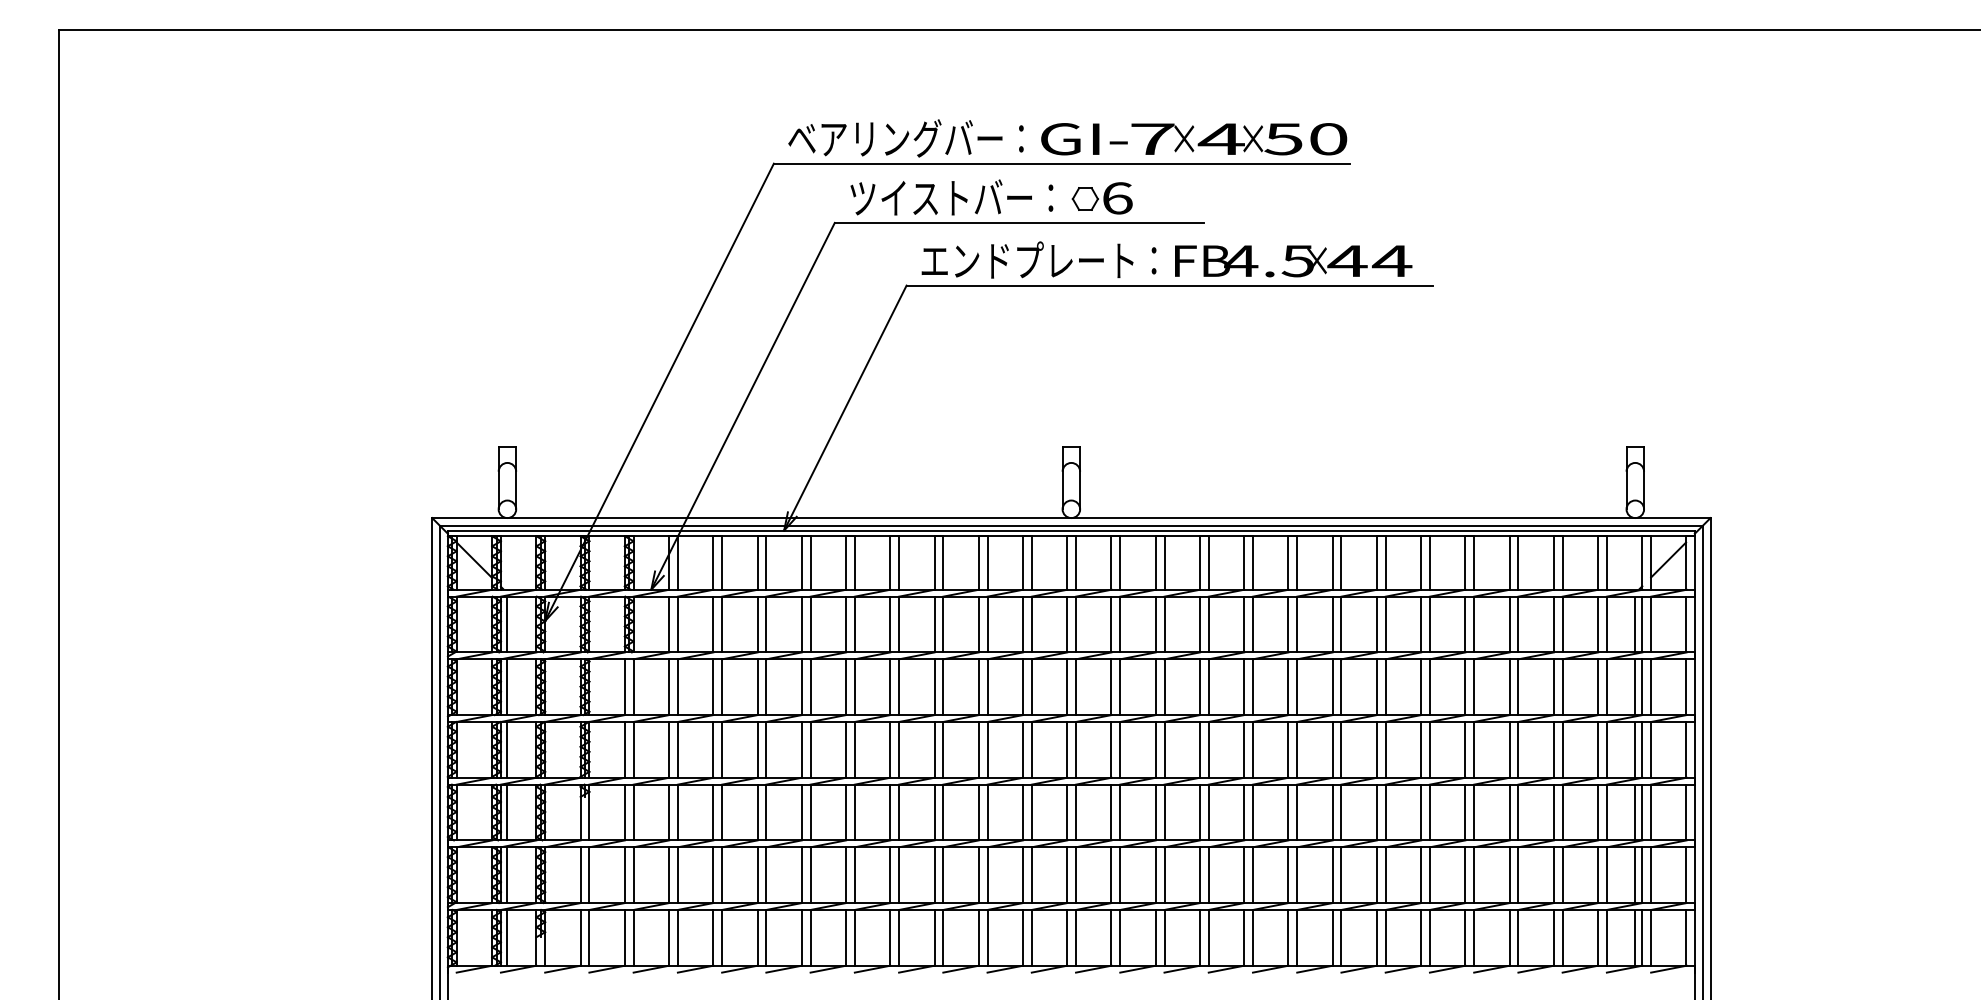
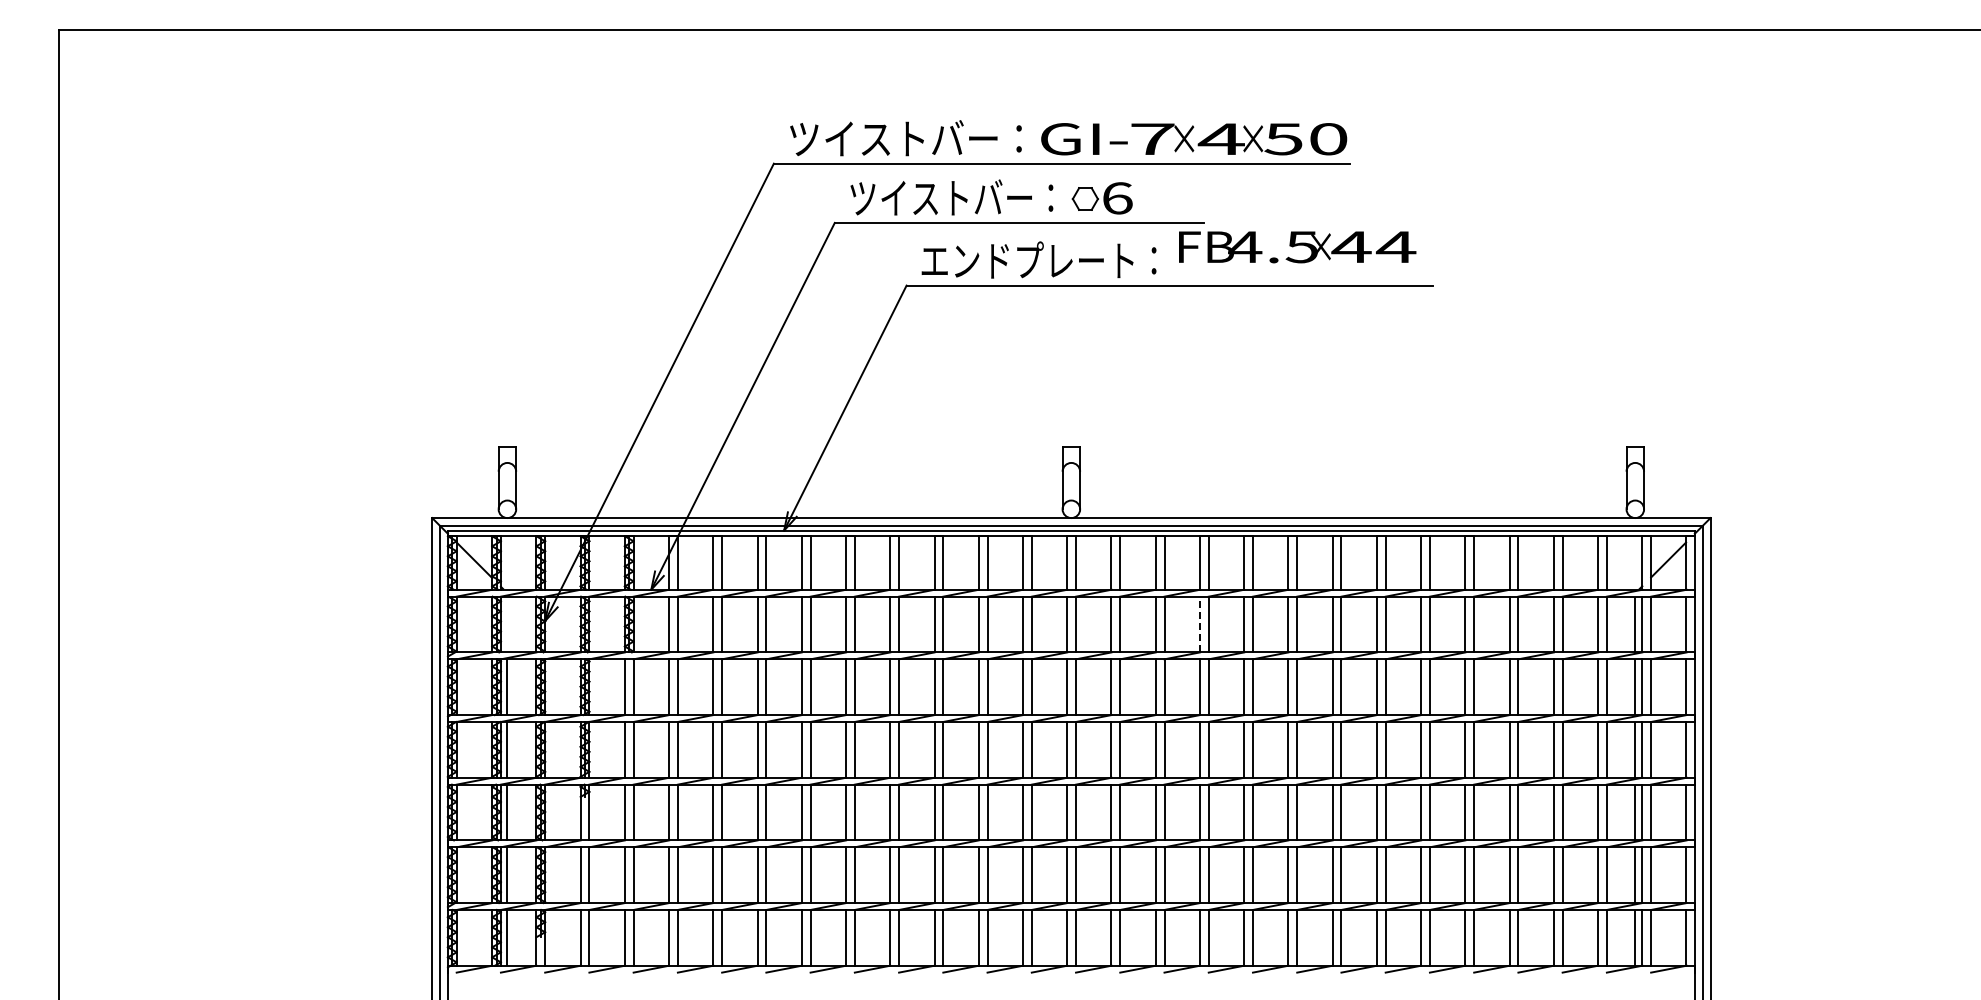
text at (905, 138): ベアリングバー： -> ツイストバー：
text at (1293, 261) position: (1293, 261) -> (1297, 247)
line at (507, 624): present -> none
line at (1199, 624): solid -> dashed
